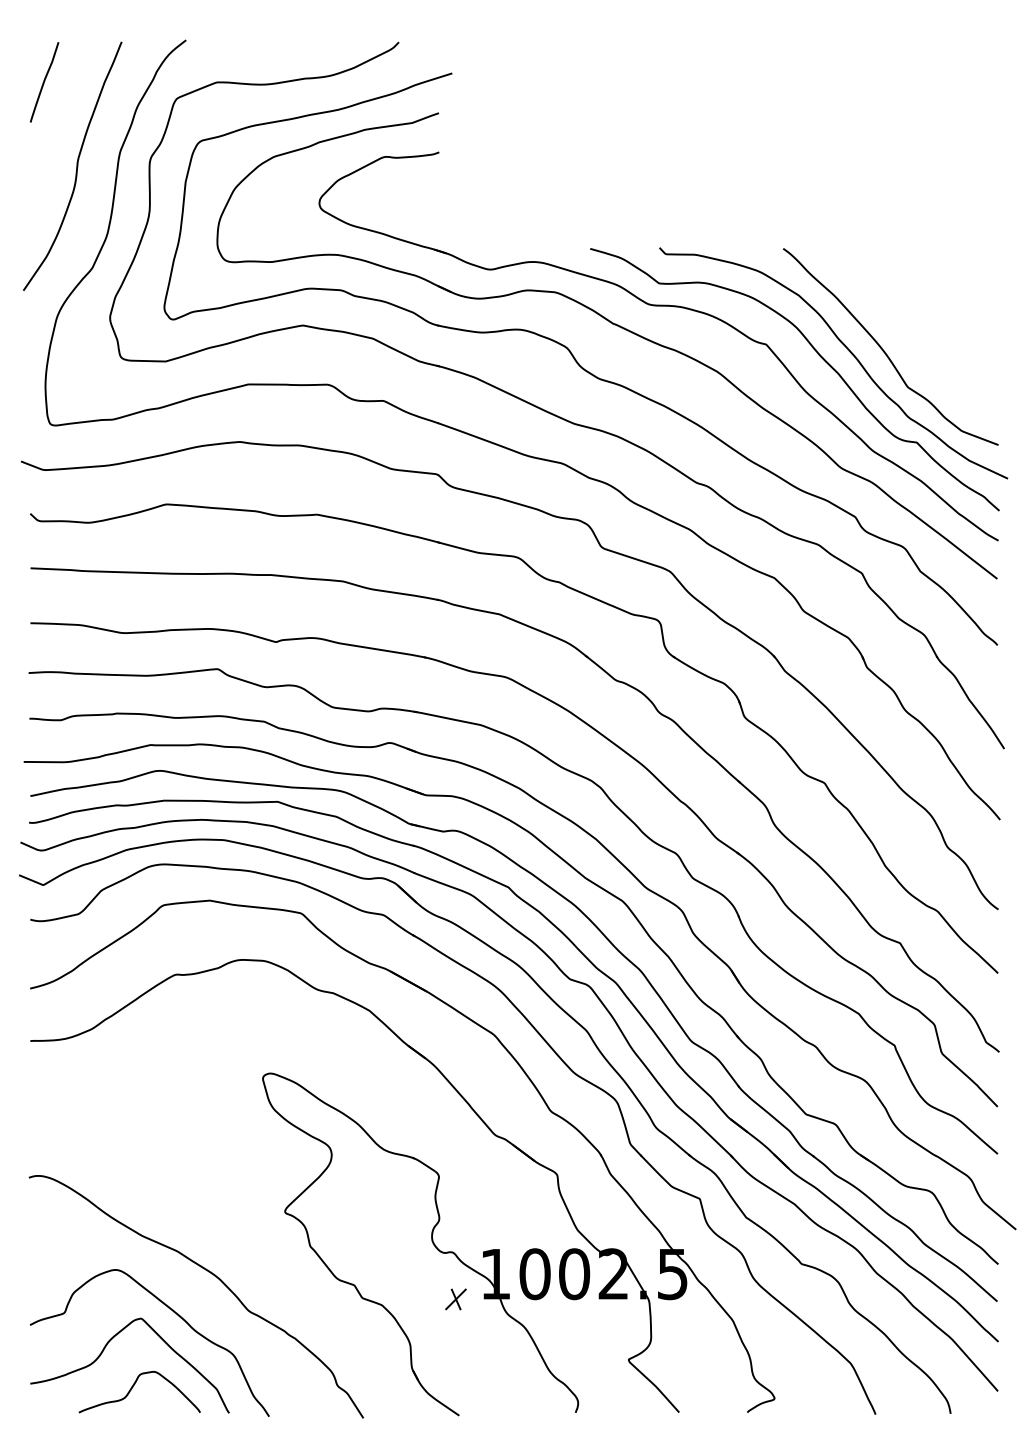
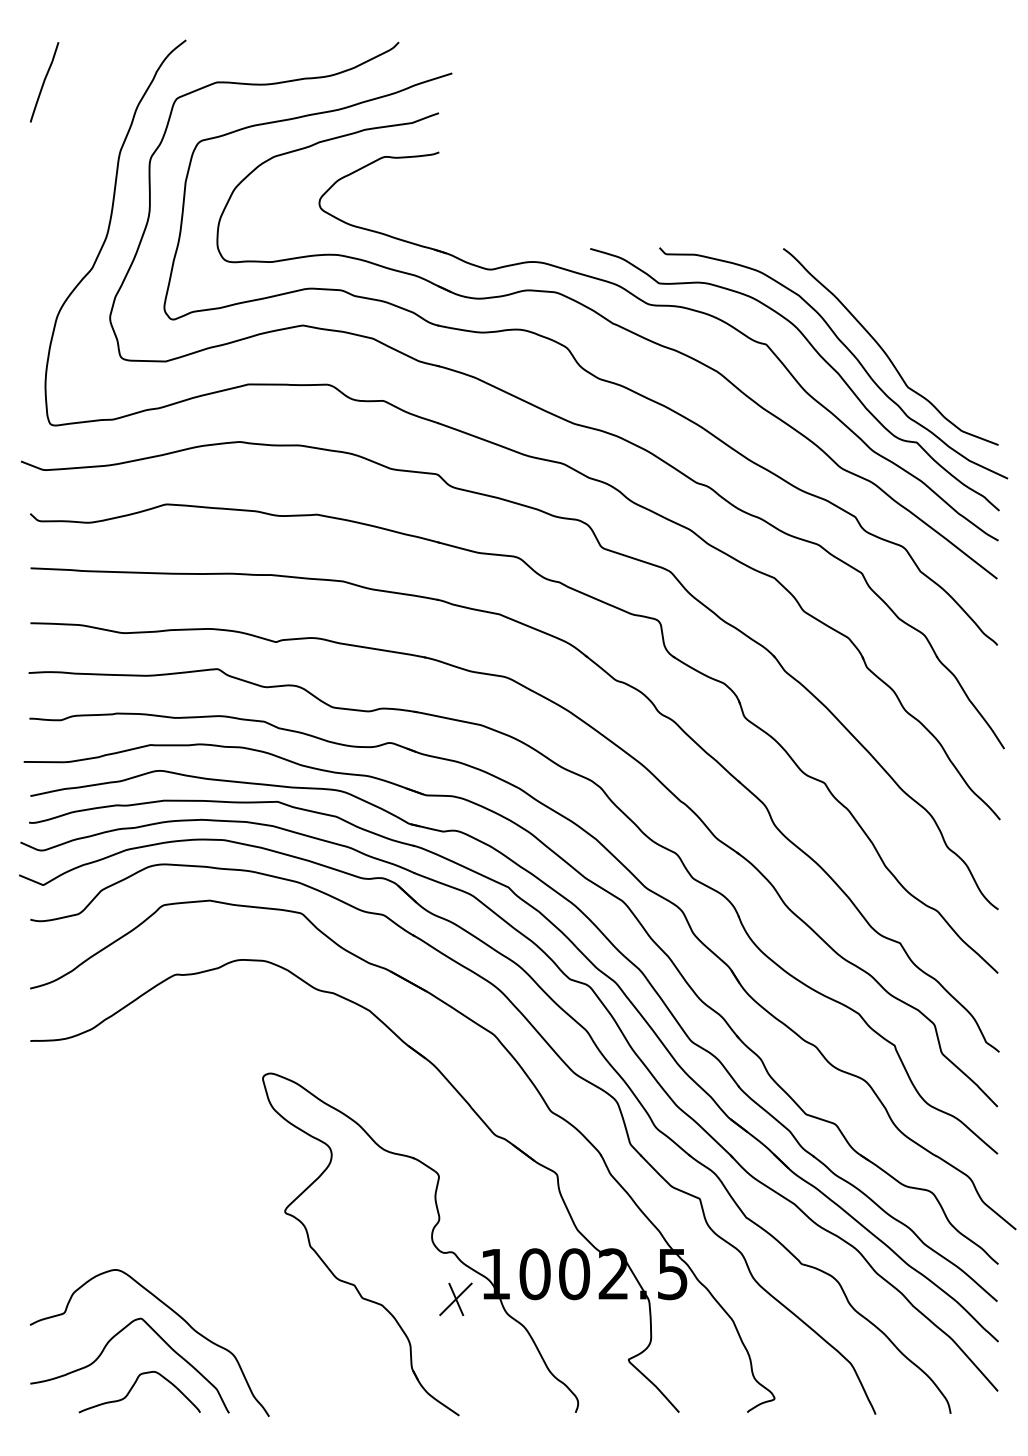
curve at (76, 165): present -> none
curve at (211, 1274): present -> none
part at (455, 1299) size: 22x23 px -> 34x35 px
